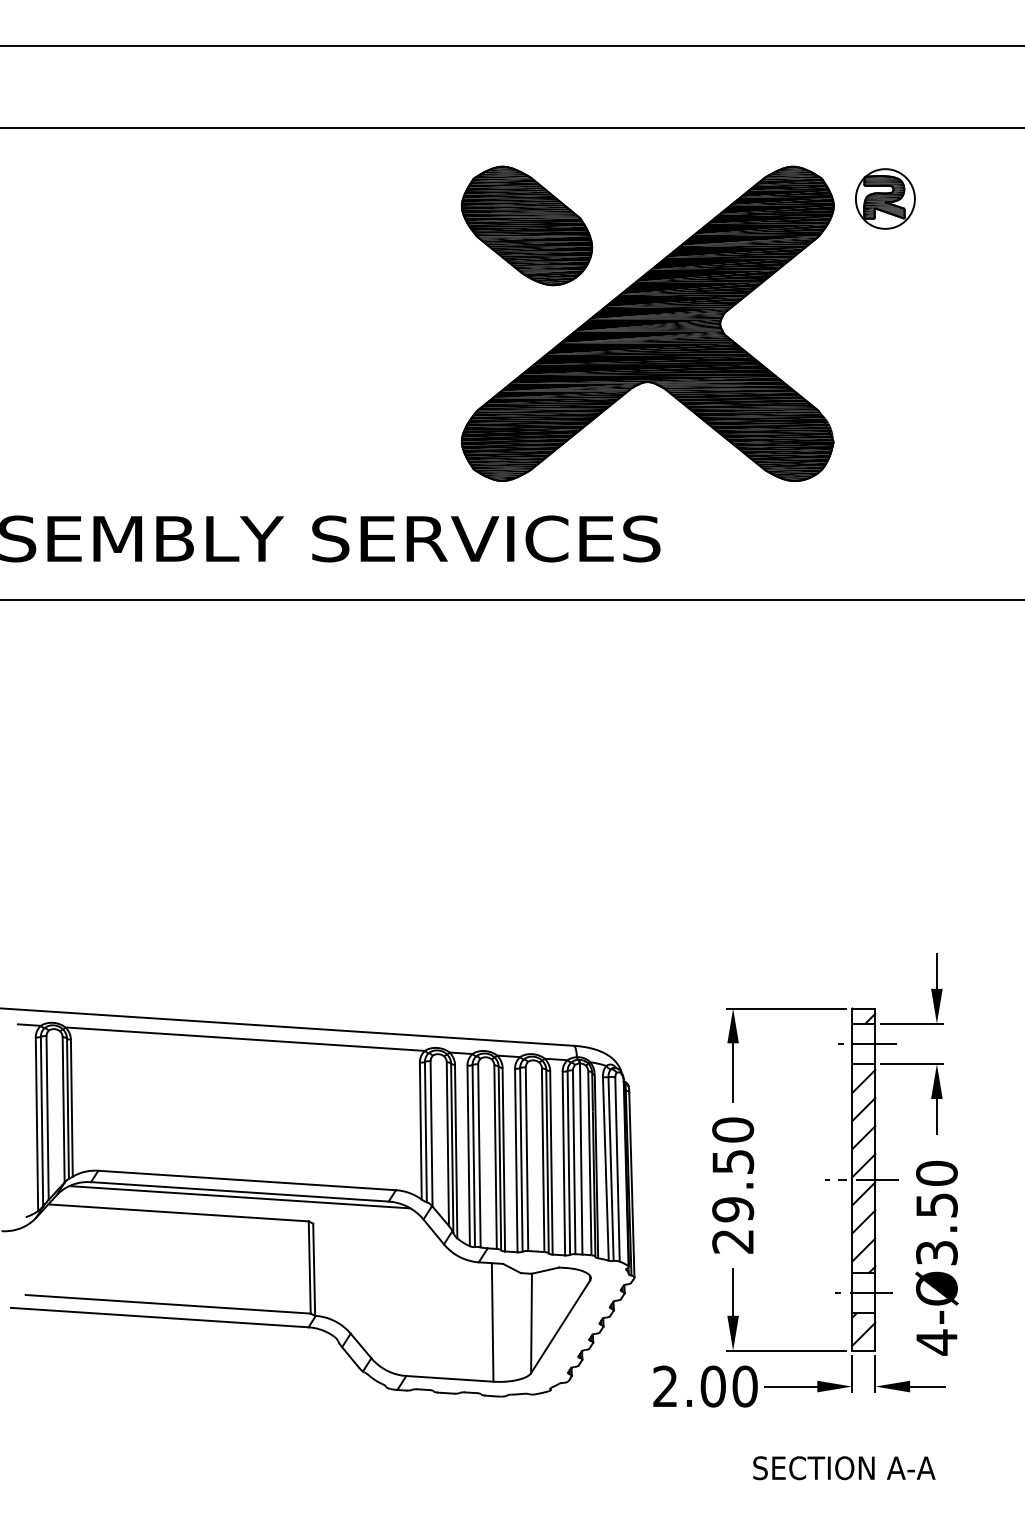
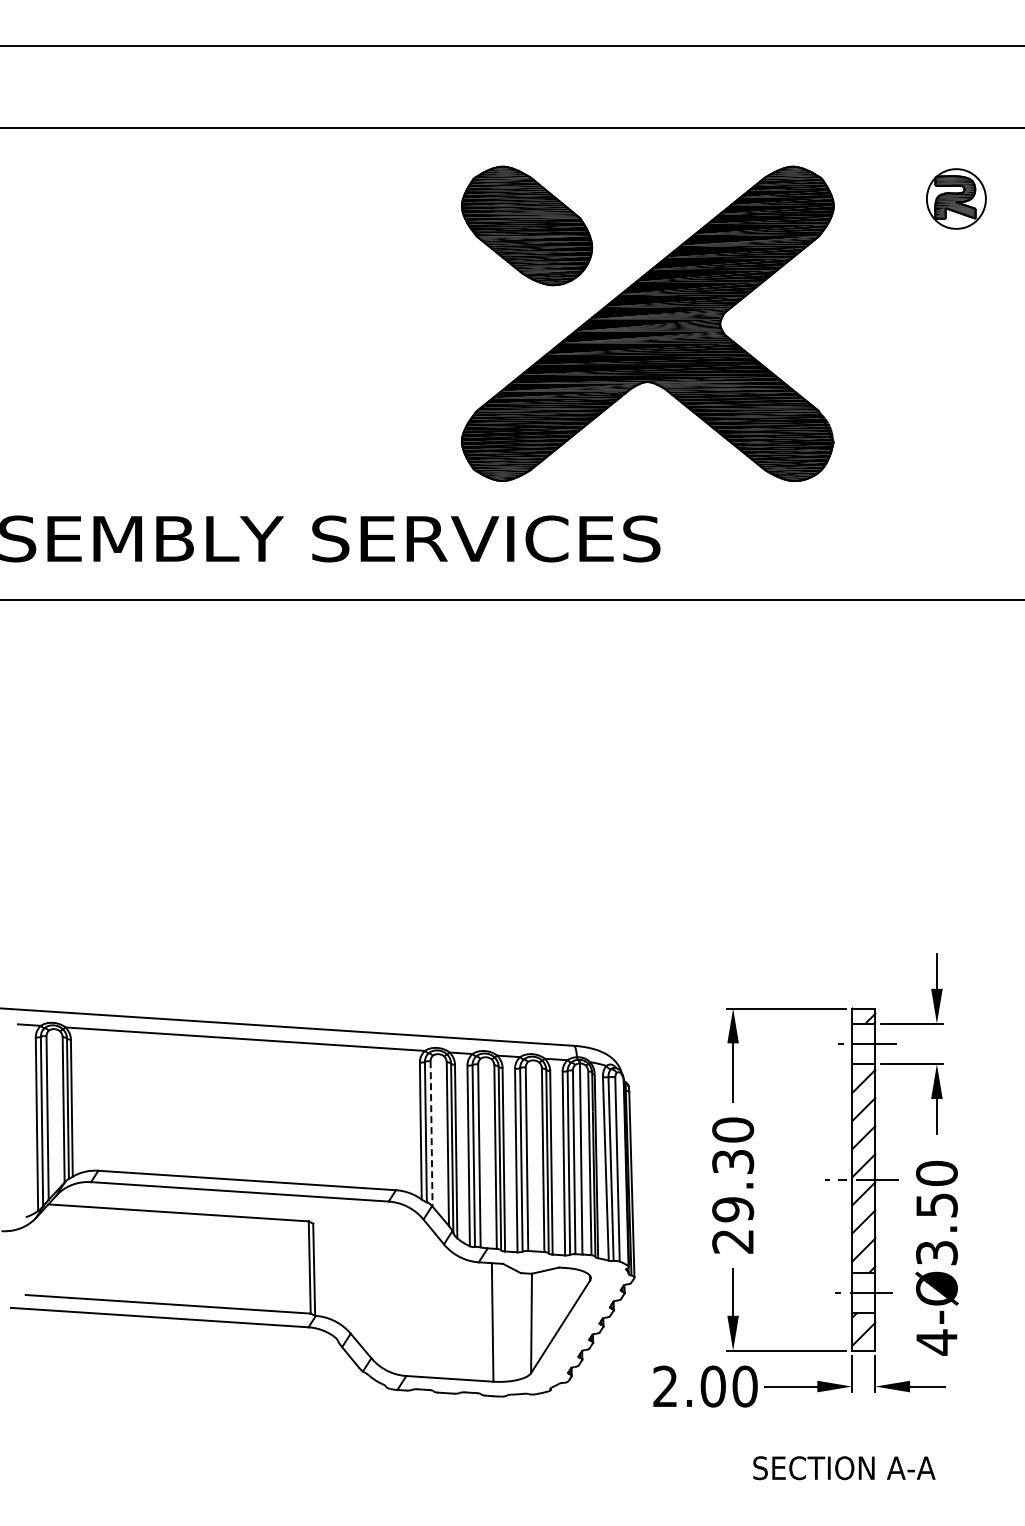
part at (885, 198) position: (885, 198) -> (956, 198)
line at (431, 1133): solid -> dashed
text at (732, 1161): 29.50 -> 29.30
line at (239, 1197): present -> none
